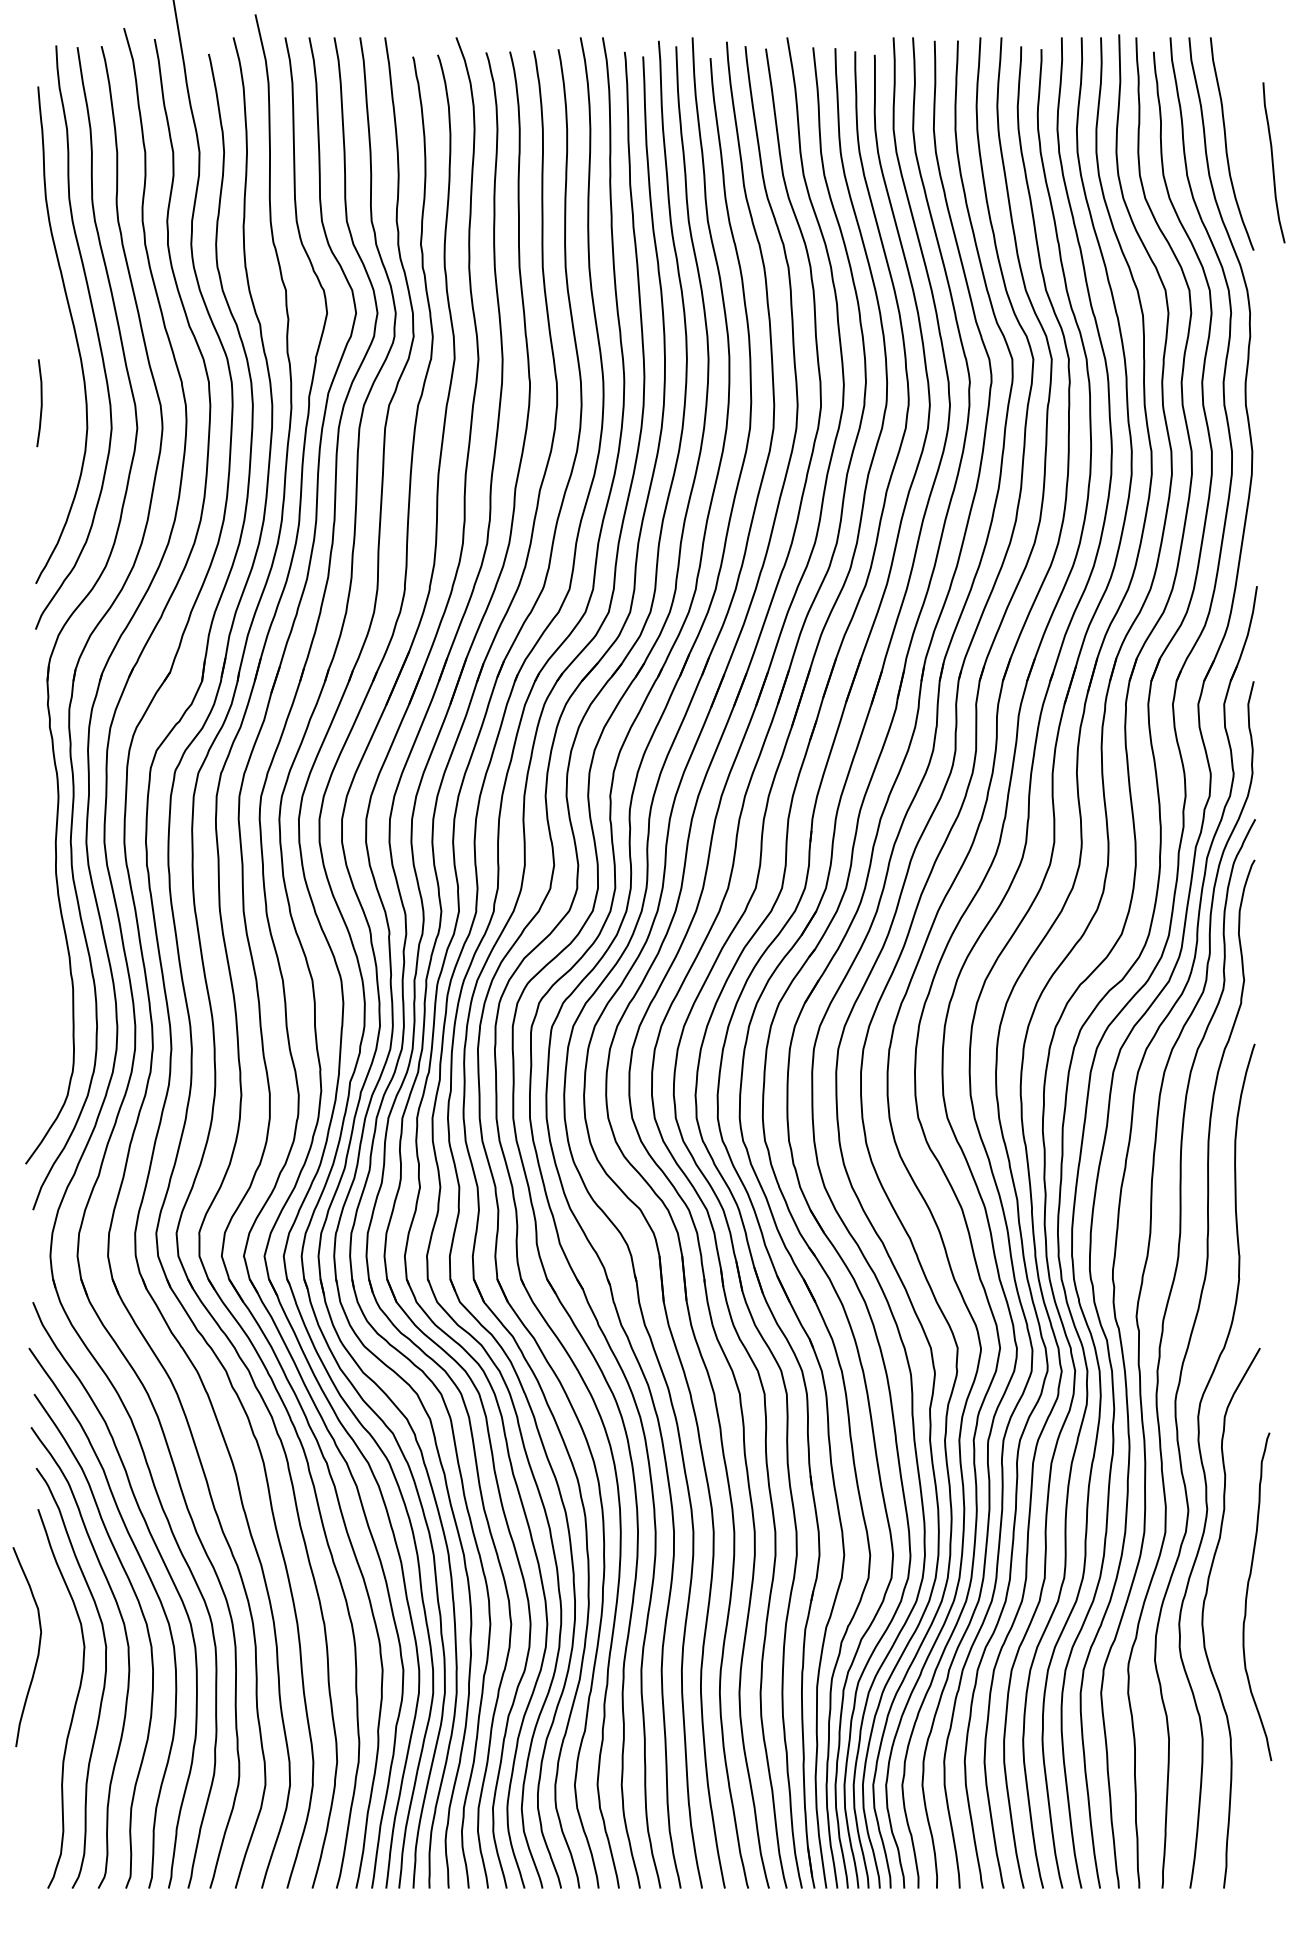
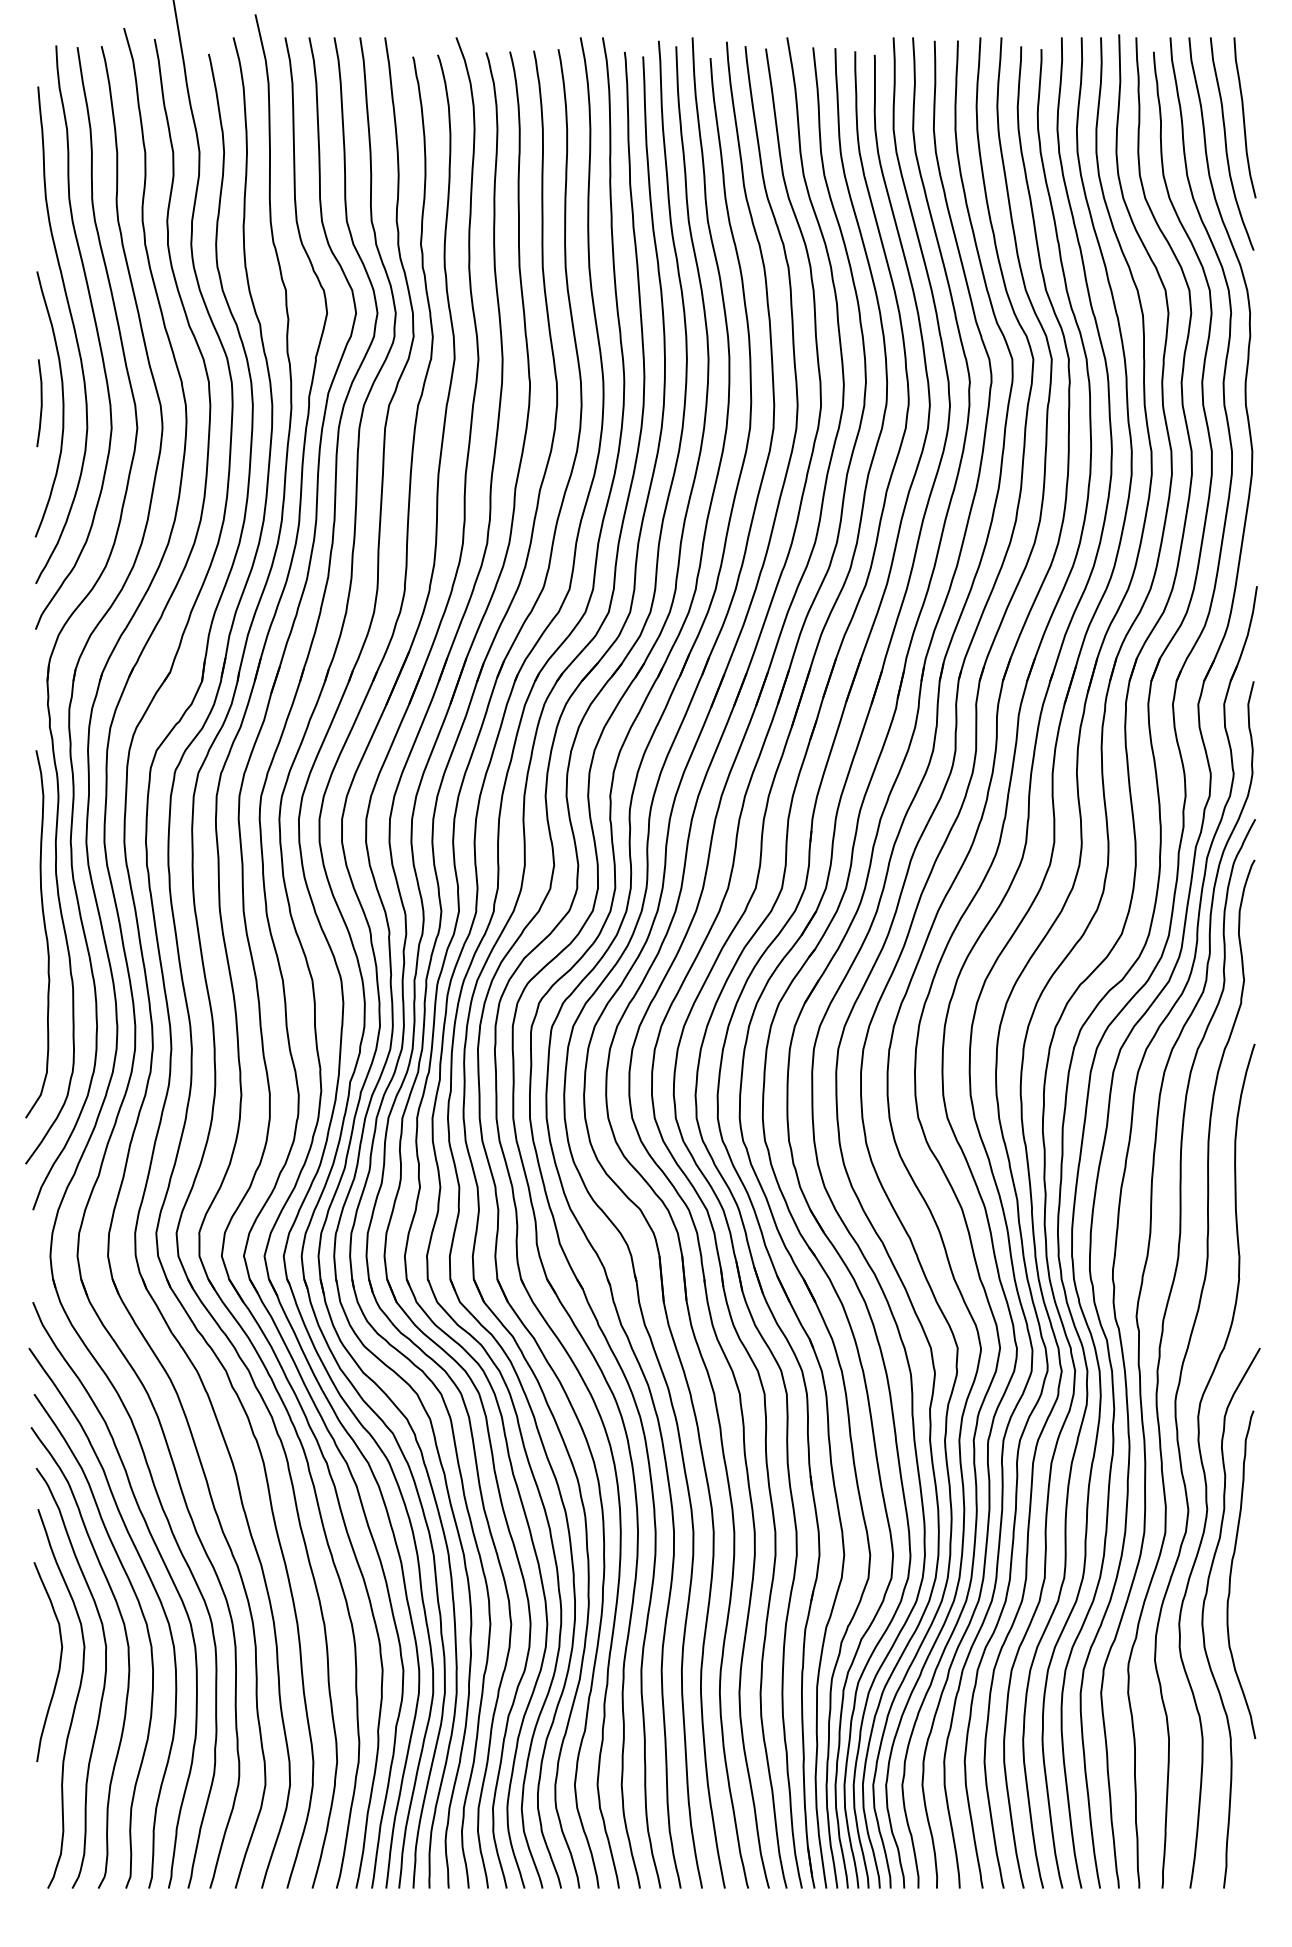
curve at (1273, 162) position: (1273, 162) -> (1244, 117)
curve at (62, 404): none -> present
curve at (44, 931): none -> present
curve at (1247, 1596) position: (1247, 1596) -> (1231, 1574)
curve at (38, 1647) position: (38, 1647) -> (59, 1662)
